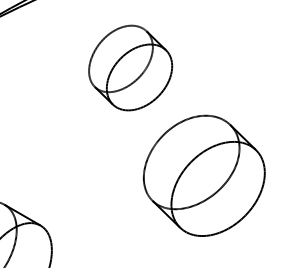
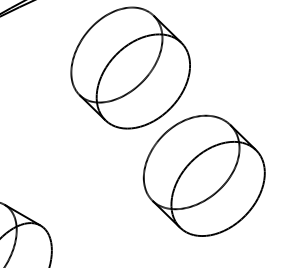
part at (130, 67) size: 86x88 px -> 121x124 px
